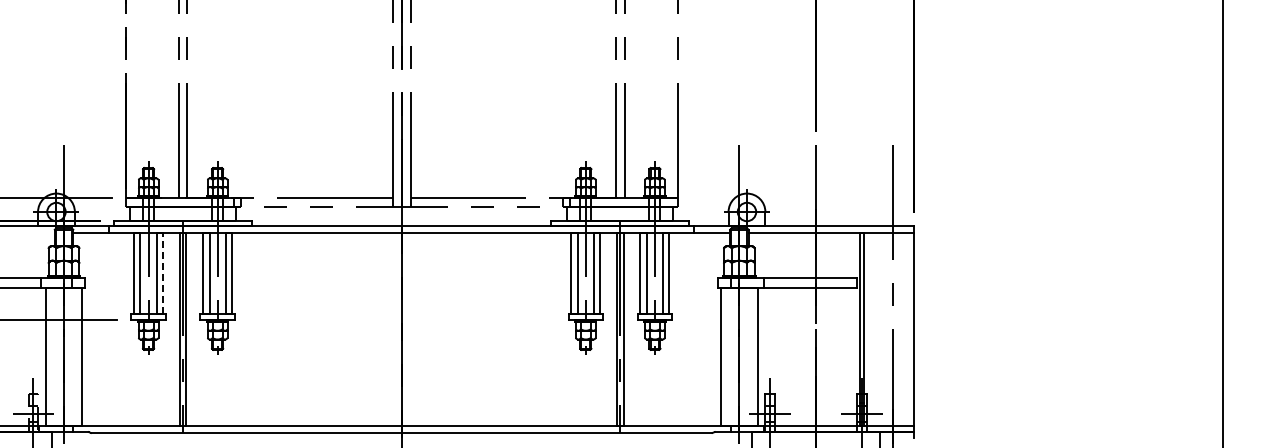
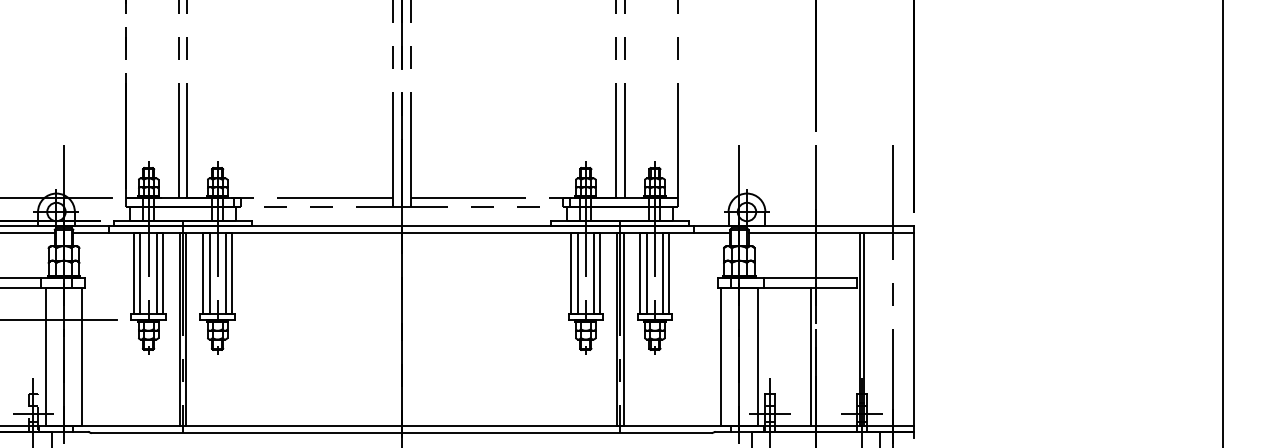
line at (28, 233): none -> present
line at (163, 272): dashed -> solid
line at (811, 356): none -> present
